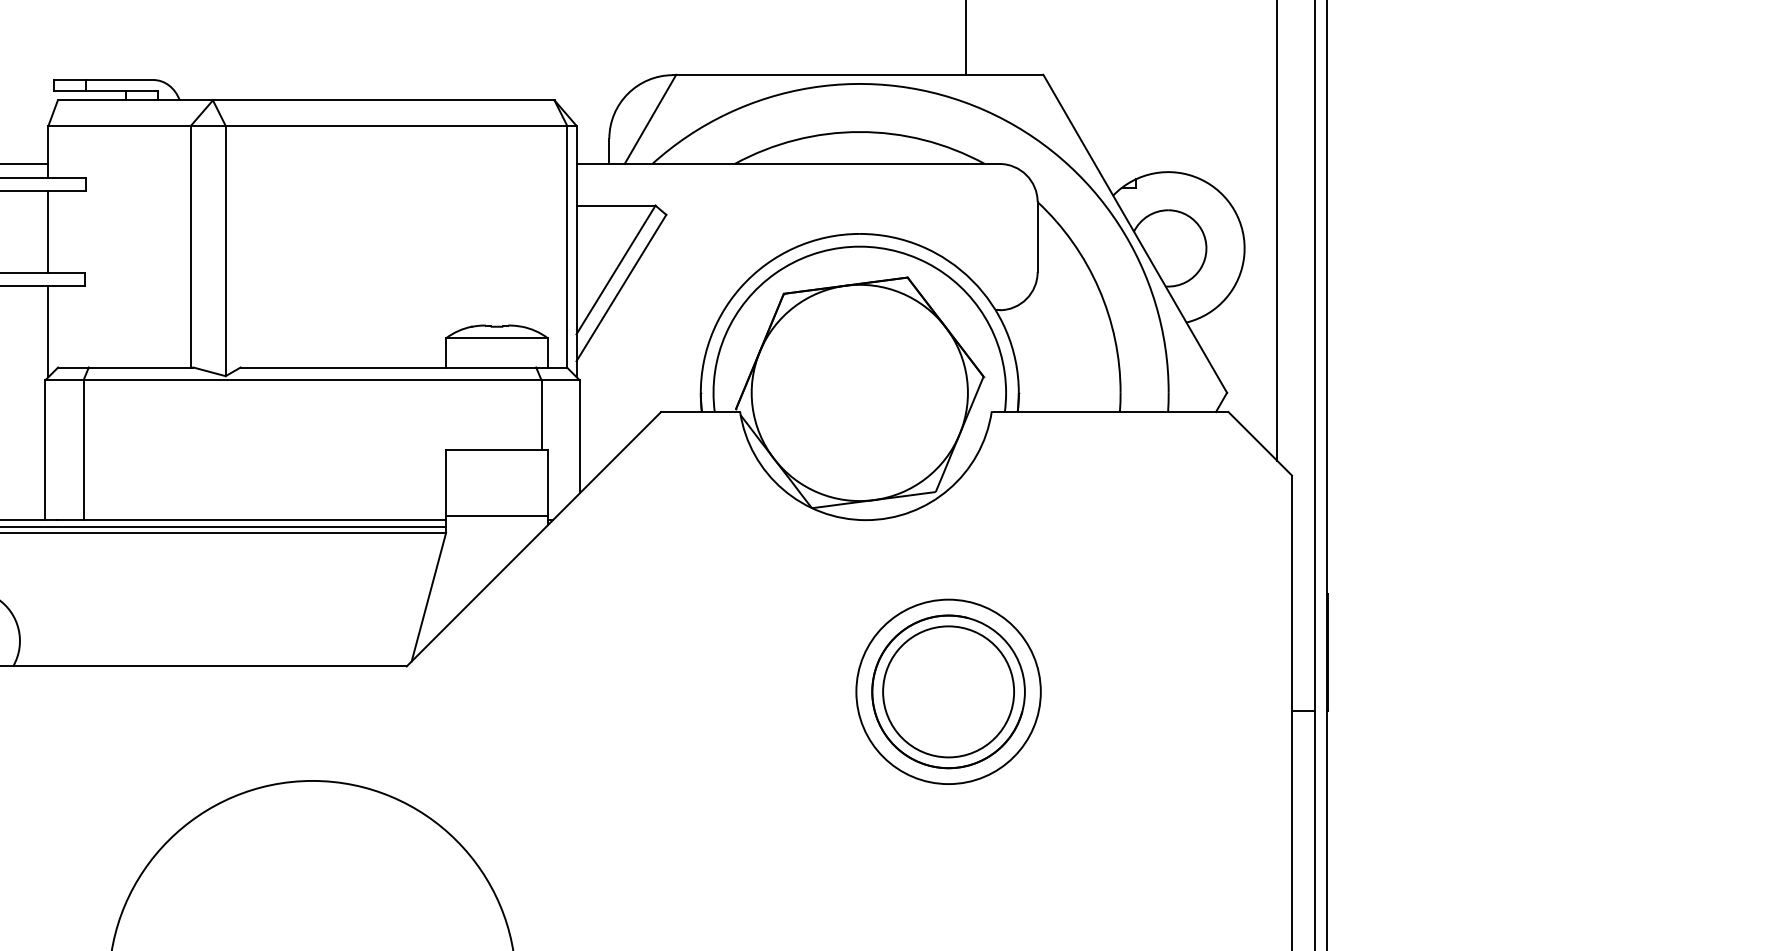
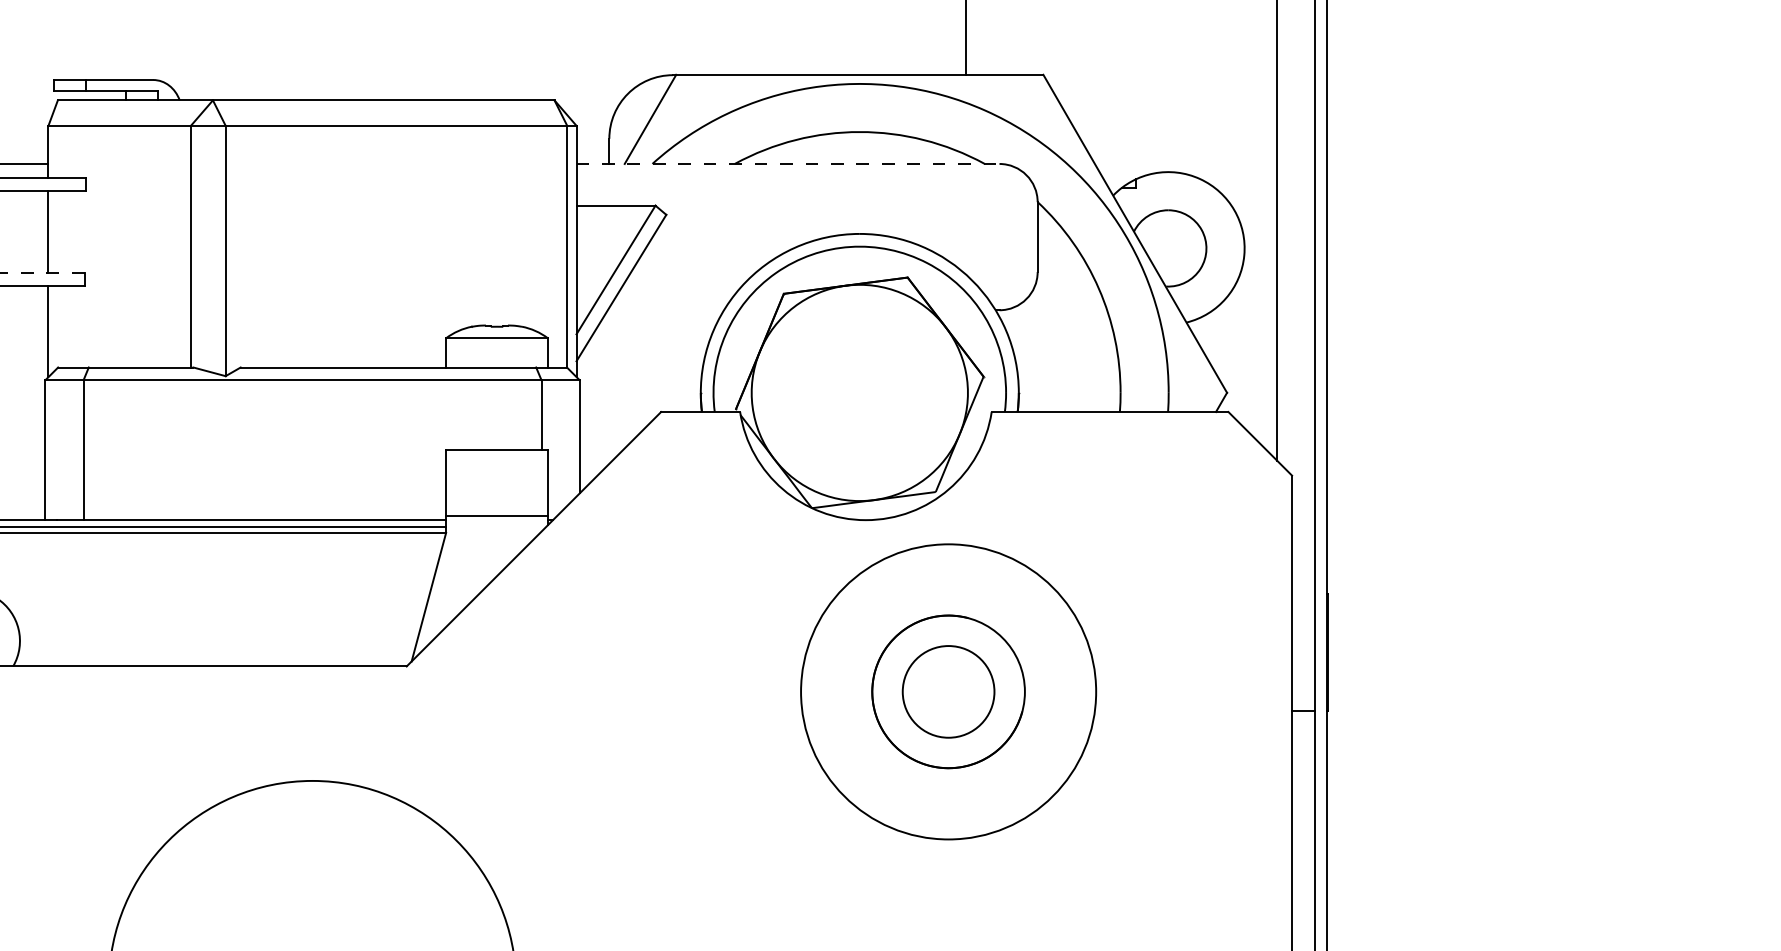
line at (788, 163): solid -> dashed
line at (41, 273): solid -> dashed
circle at (948, 691) diameter: 131 px -> 92 px
circle at (948, 691) diameter: 184 px -> 295 px
